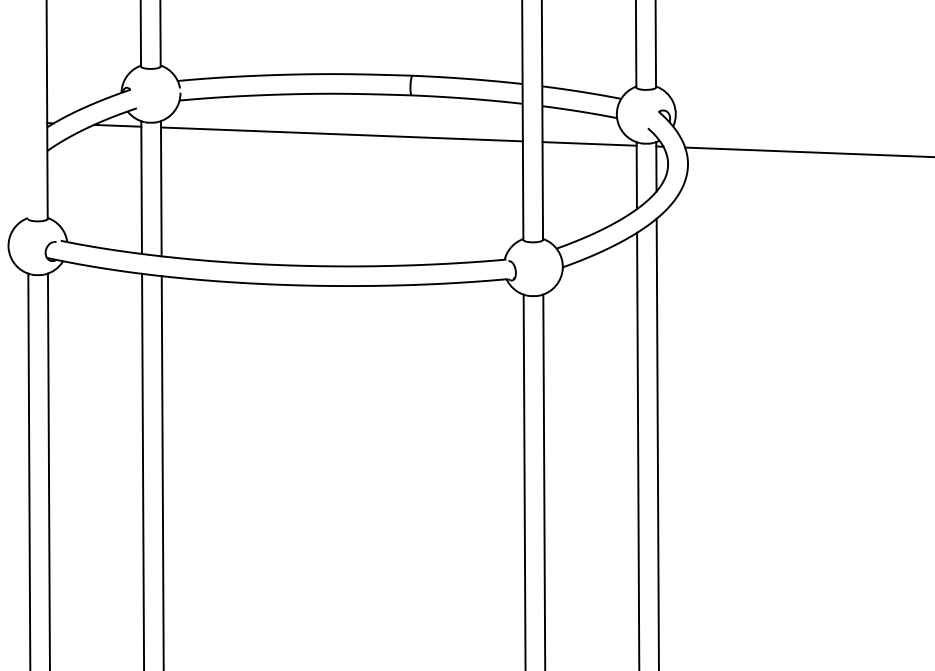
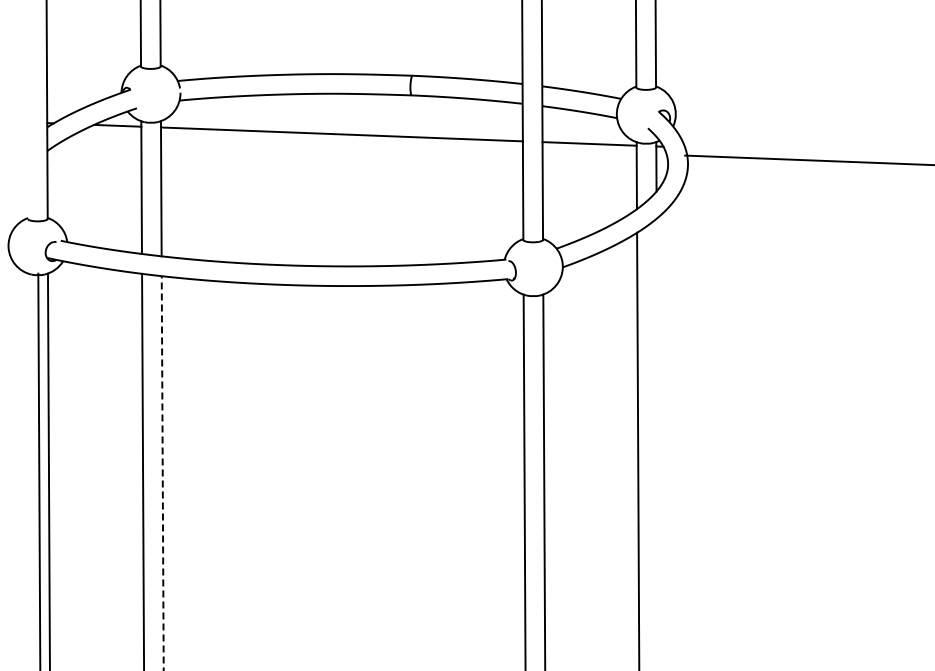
line at (808, 152) position: (808, 152) -> (808, 160)
line at (657, 442): present -> none
line at (29, 470) position: (29, 470) -> (39, 470)
line at (162, 472): solid -> dashed
